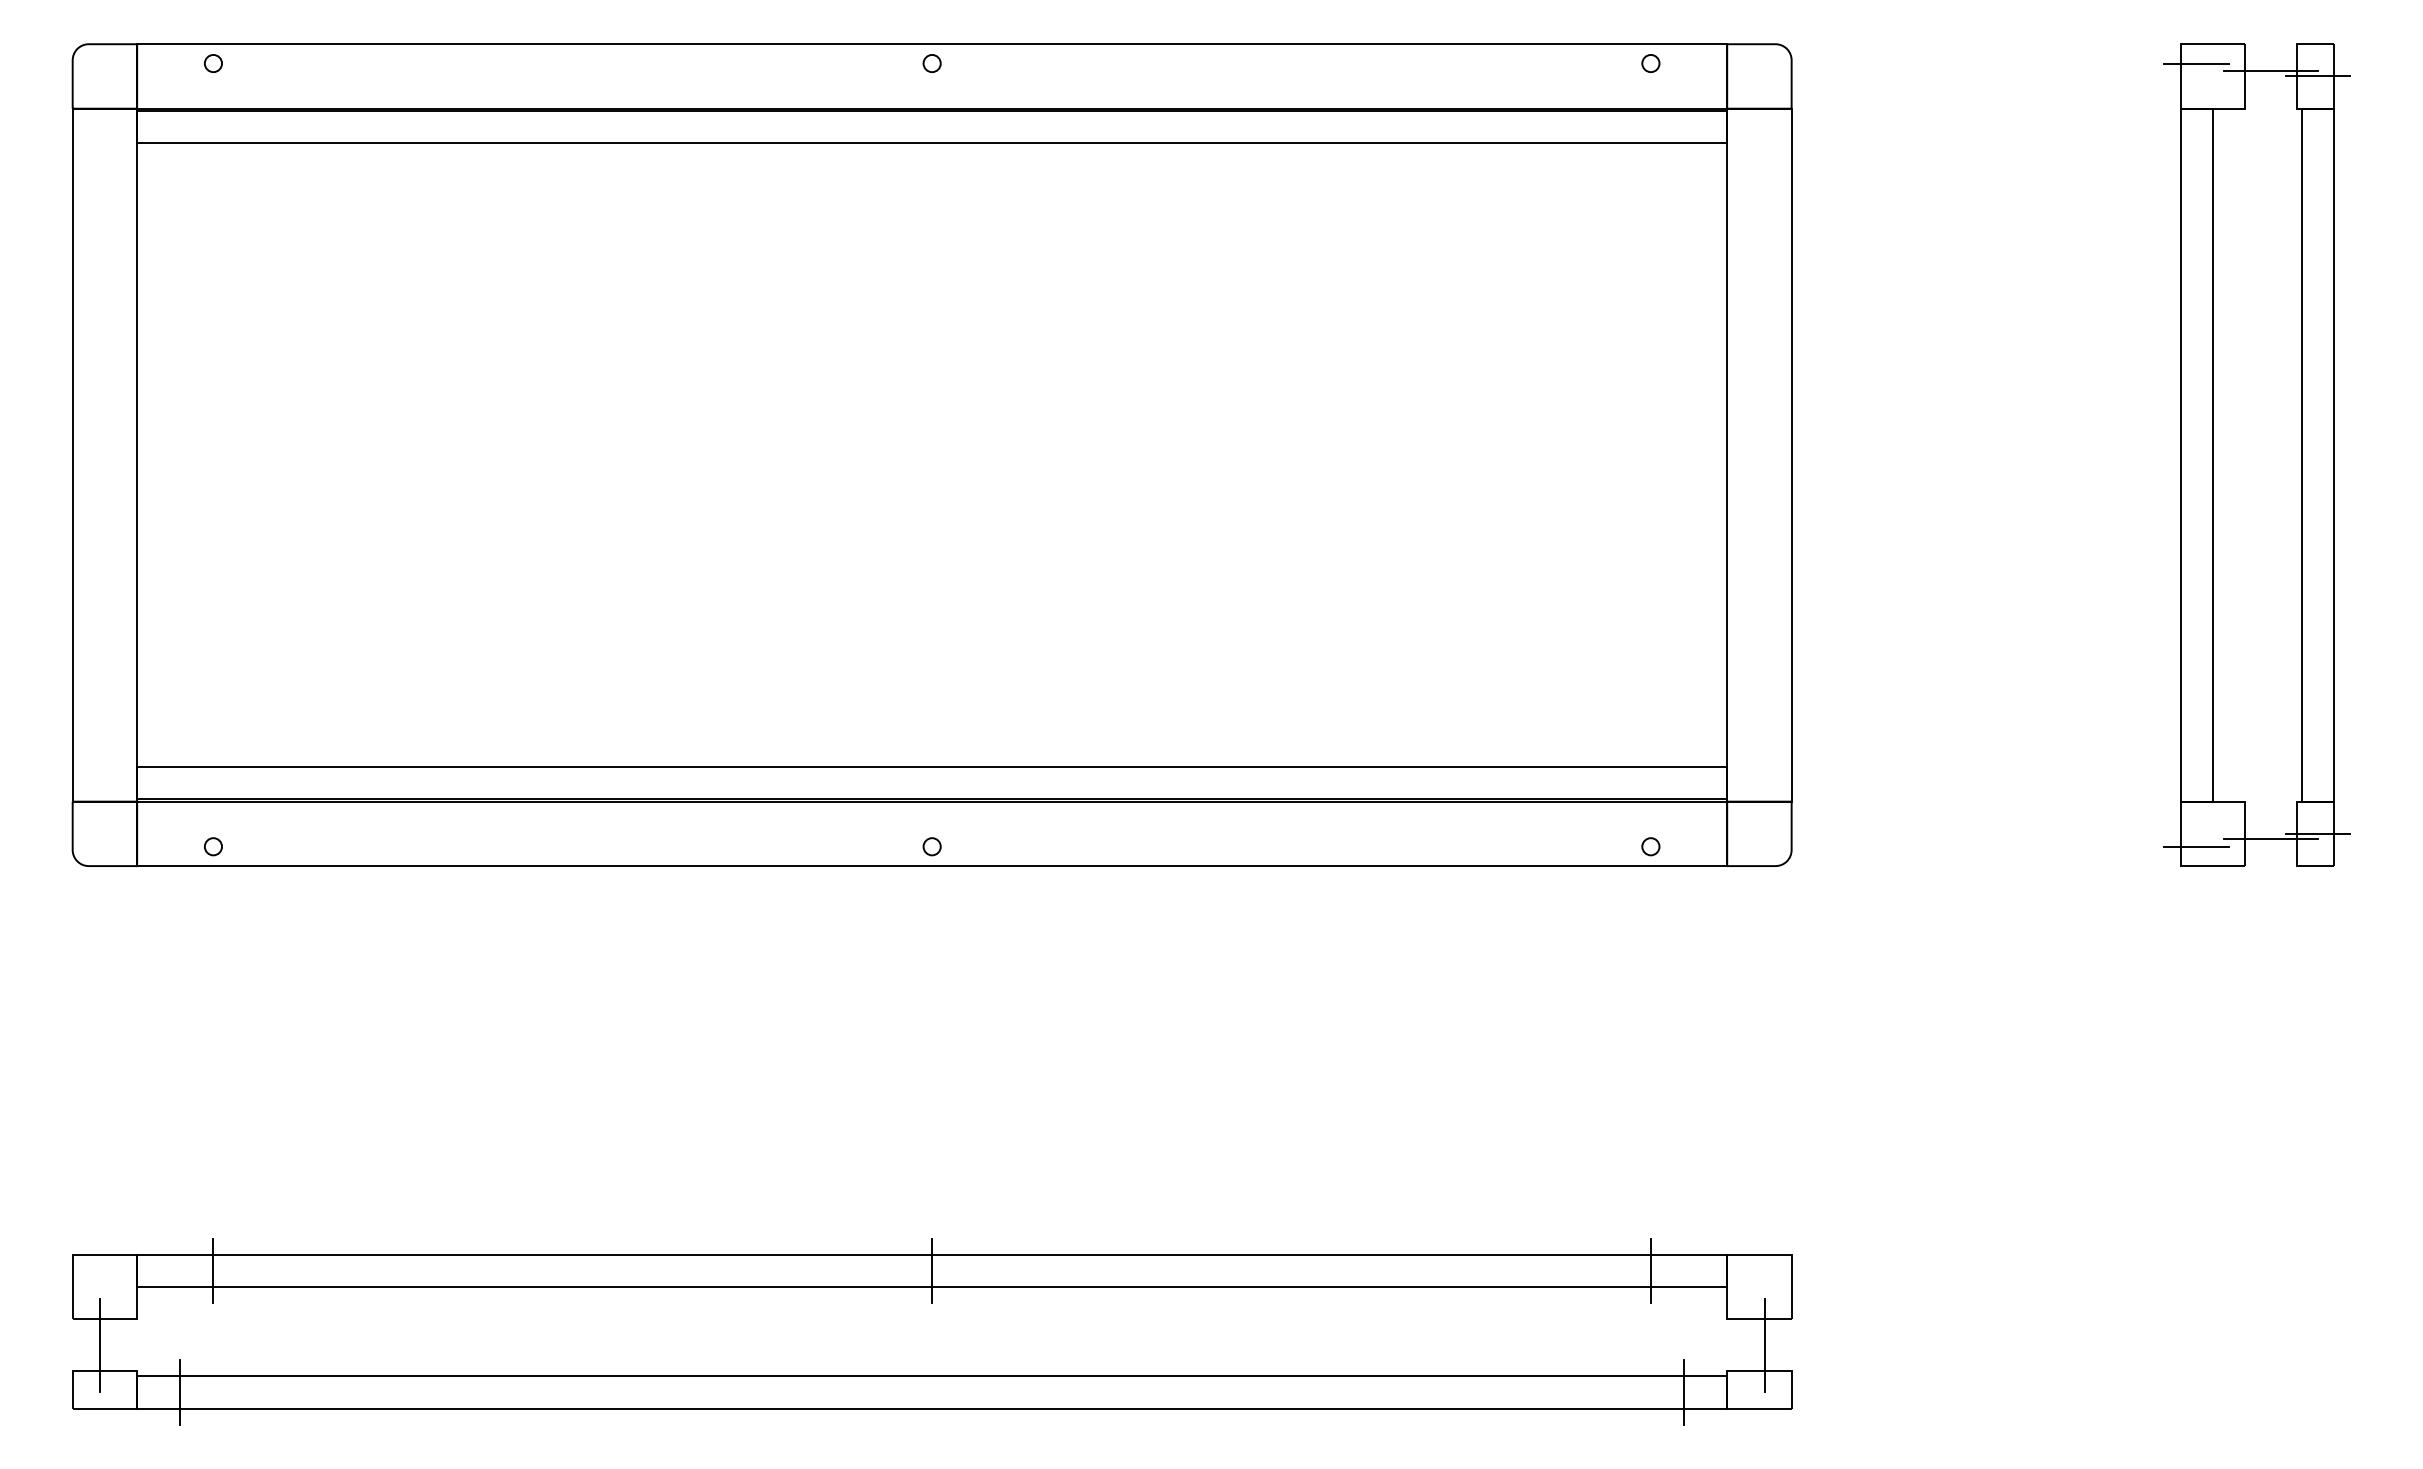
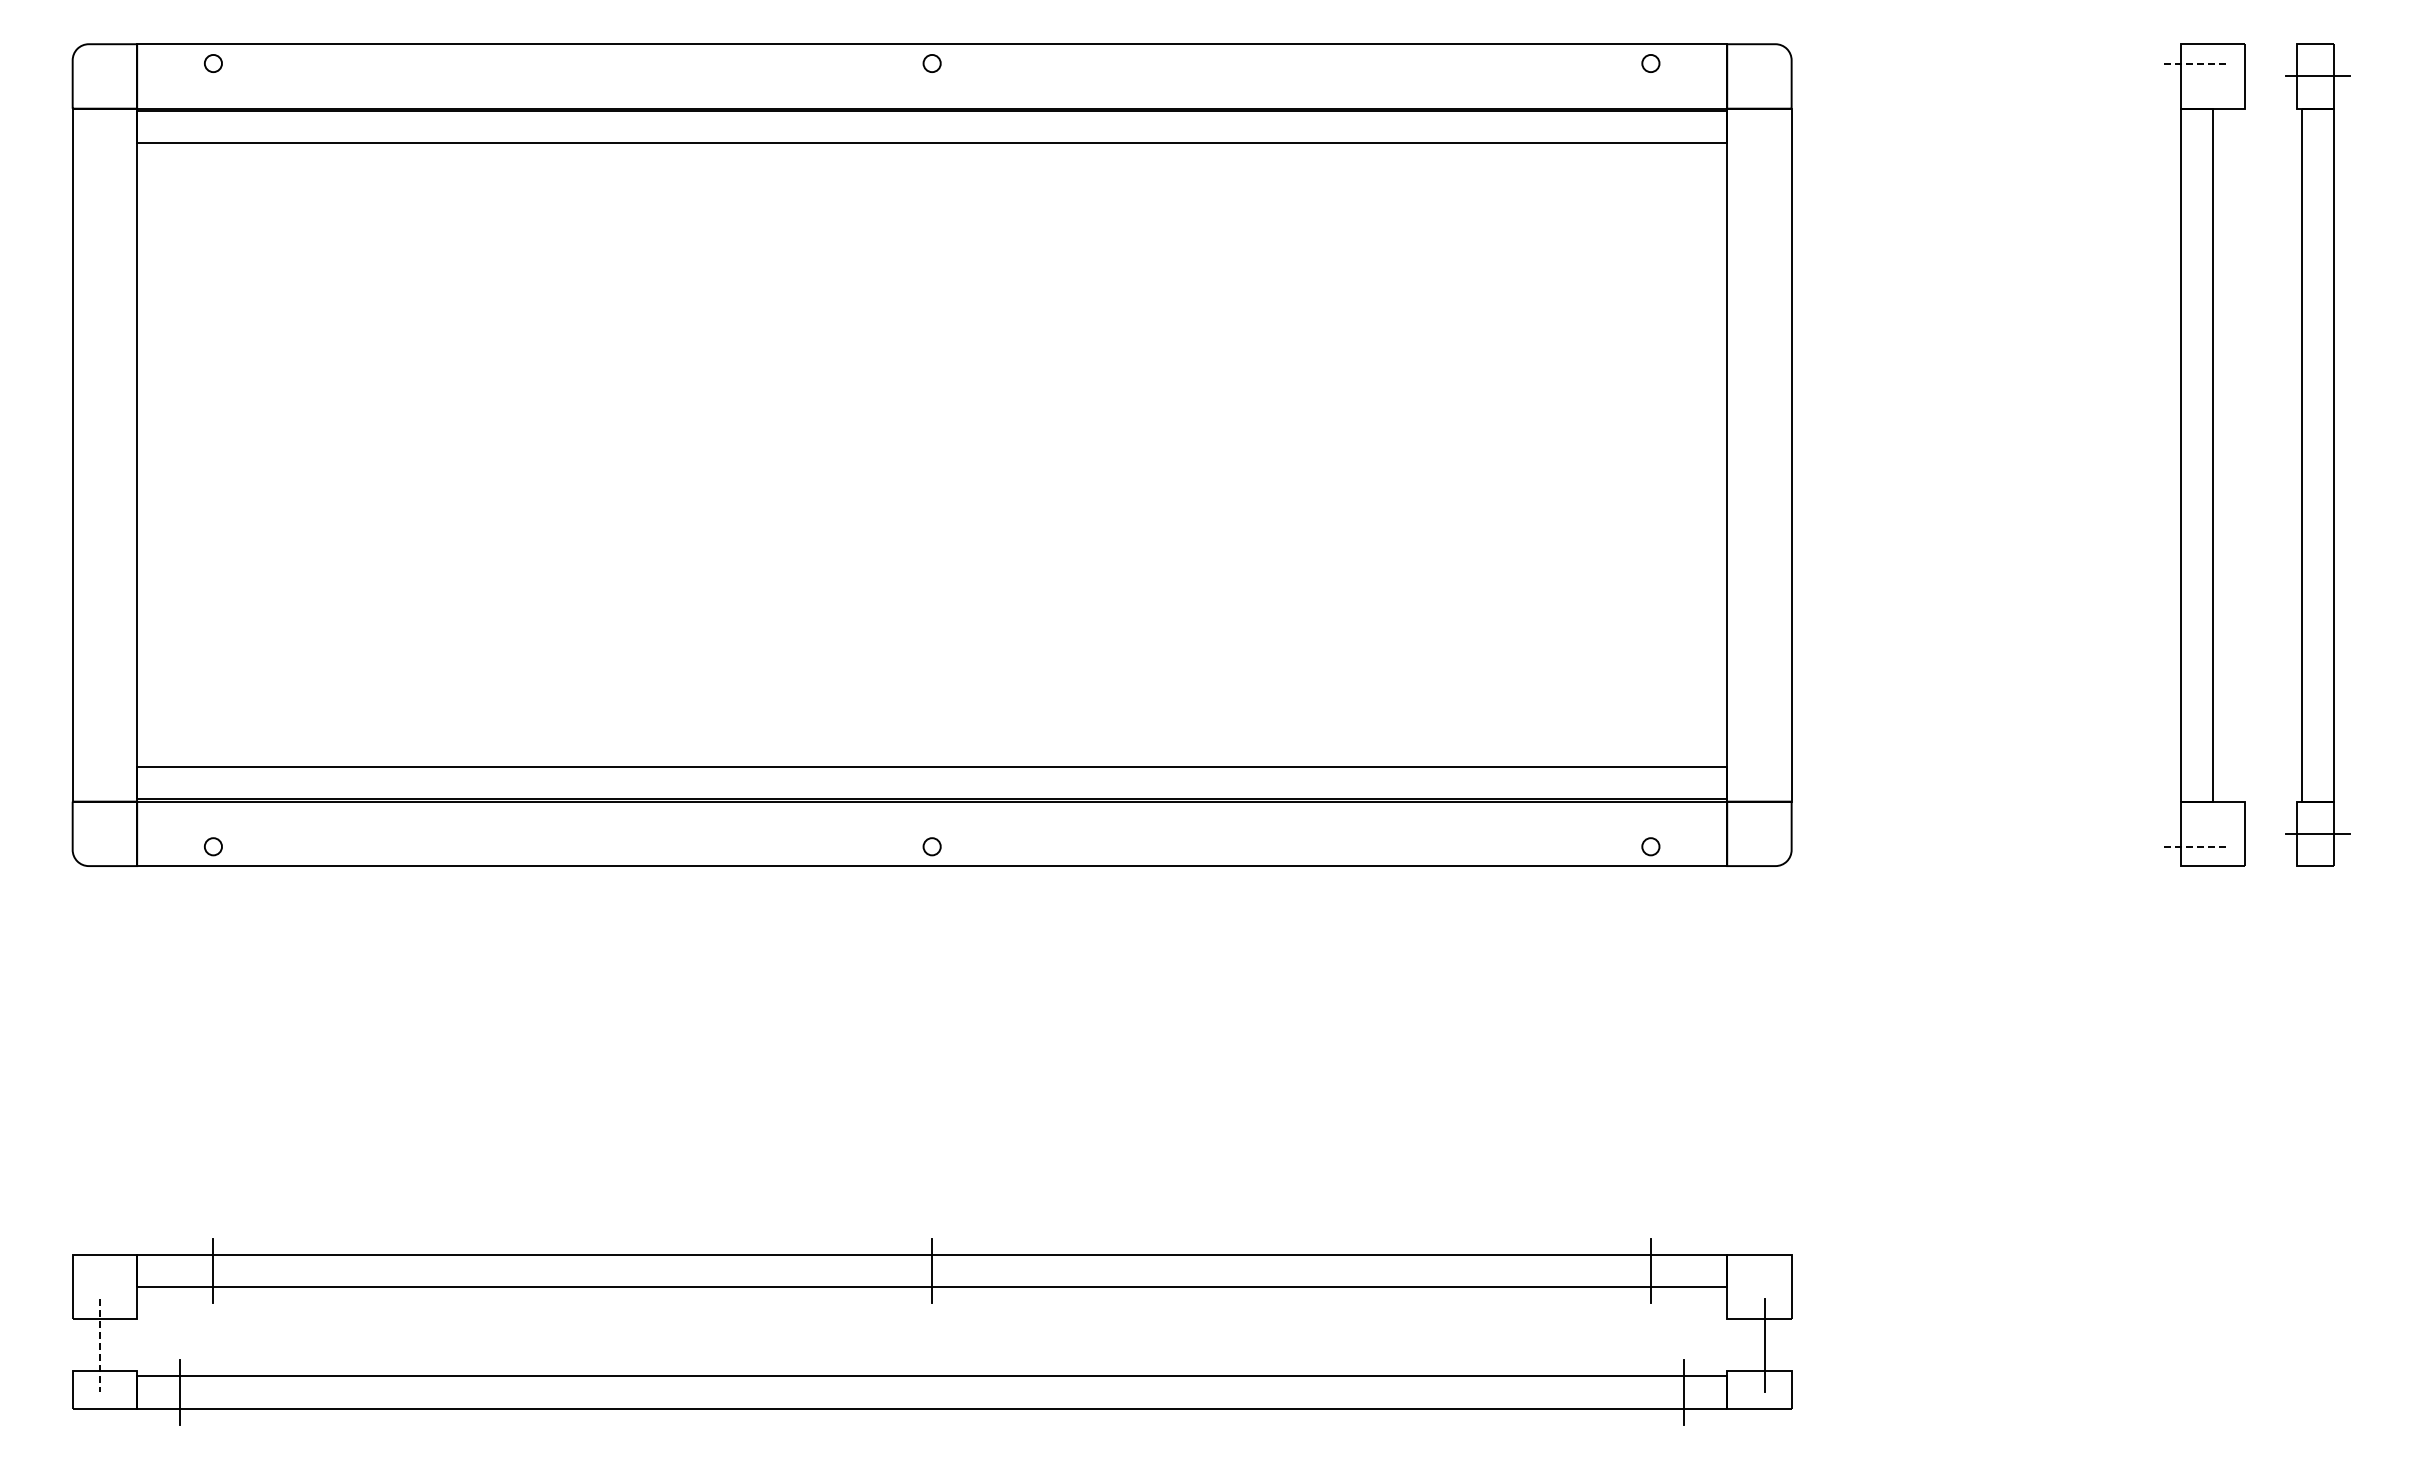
line at (2197, 63): solid -> dashed
line at (2270, 71): present -> none
line at (2270, 839): present -> none
line at (2197, 846): solid -> dashed
line at (99, 1345): solid -> dashed
